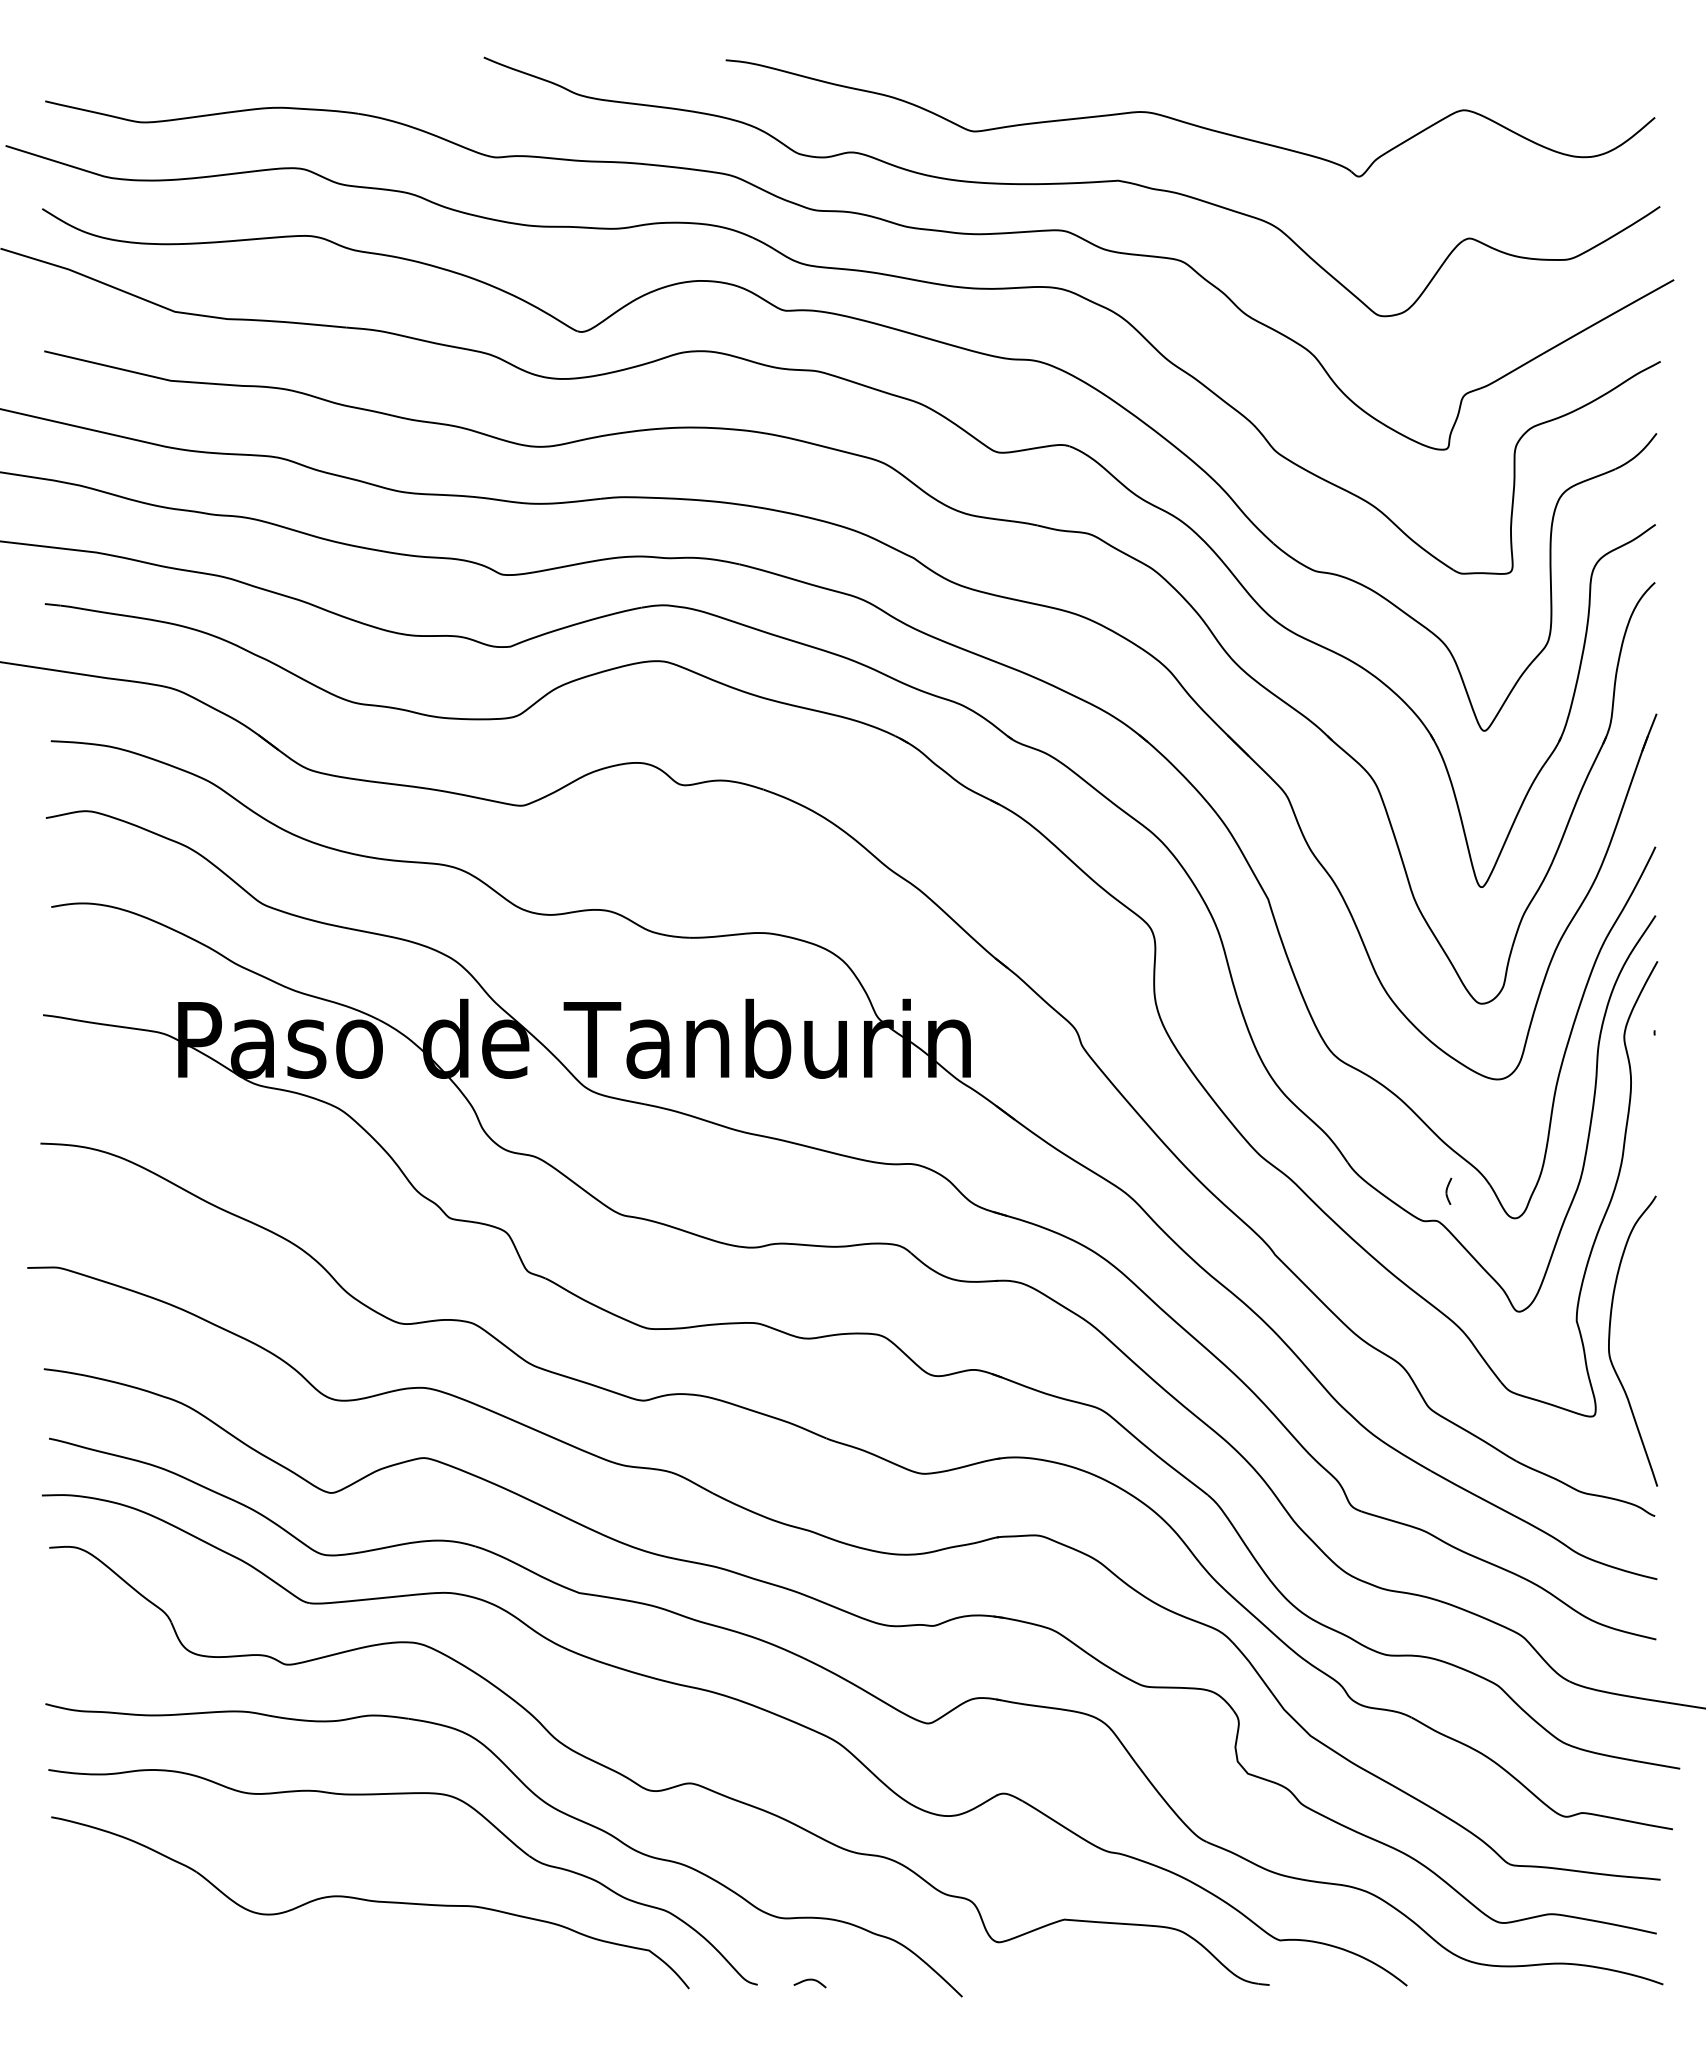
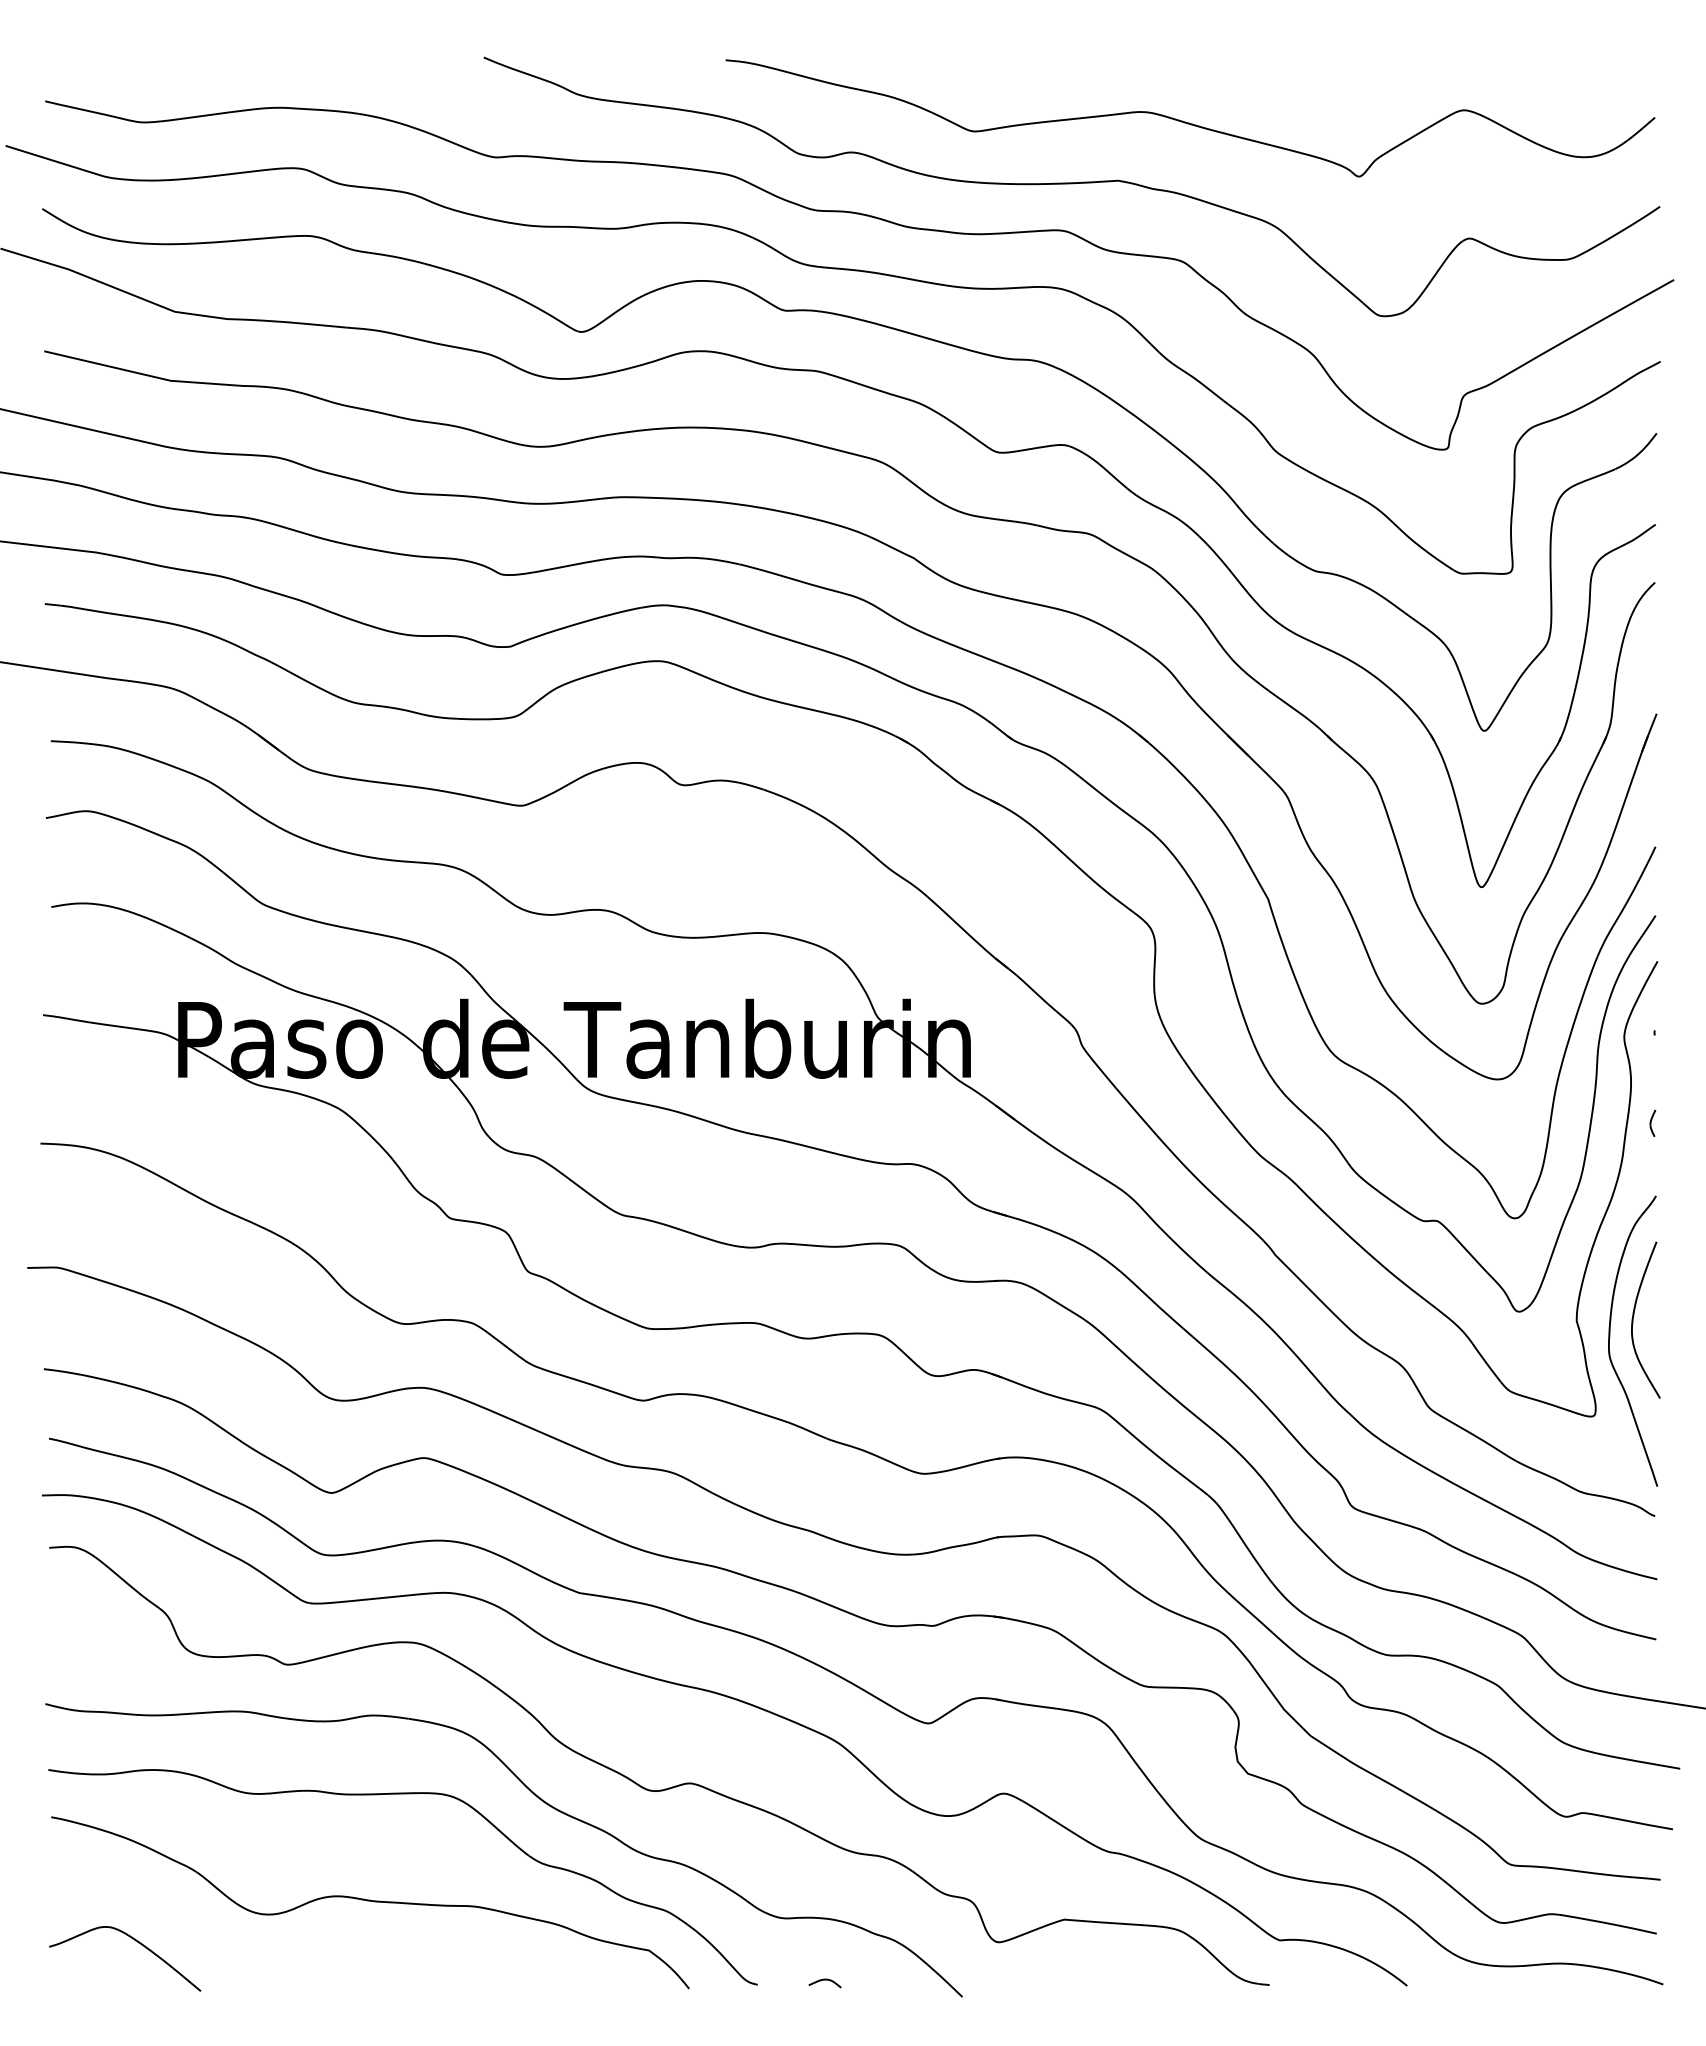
part at (1448, 1190) position: (1448, 1190) -> (1652, 1122)
curve at (1634, 1315): none -> present
curve at (135, 1941): none -> present
curve at (809, 1980) position: (809, 1980) -> (824, 1980)
